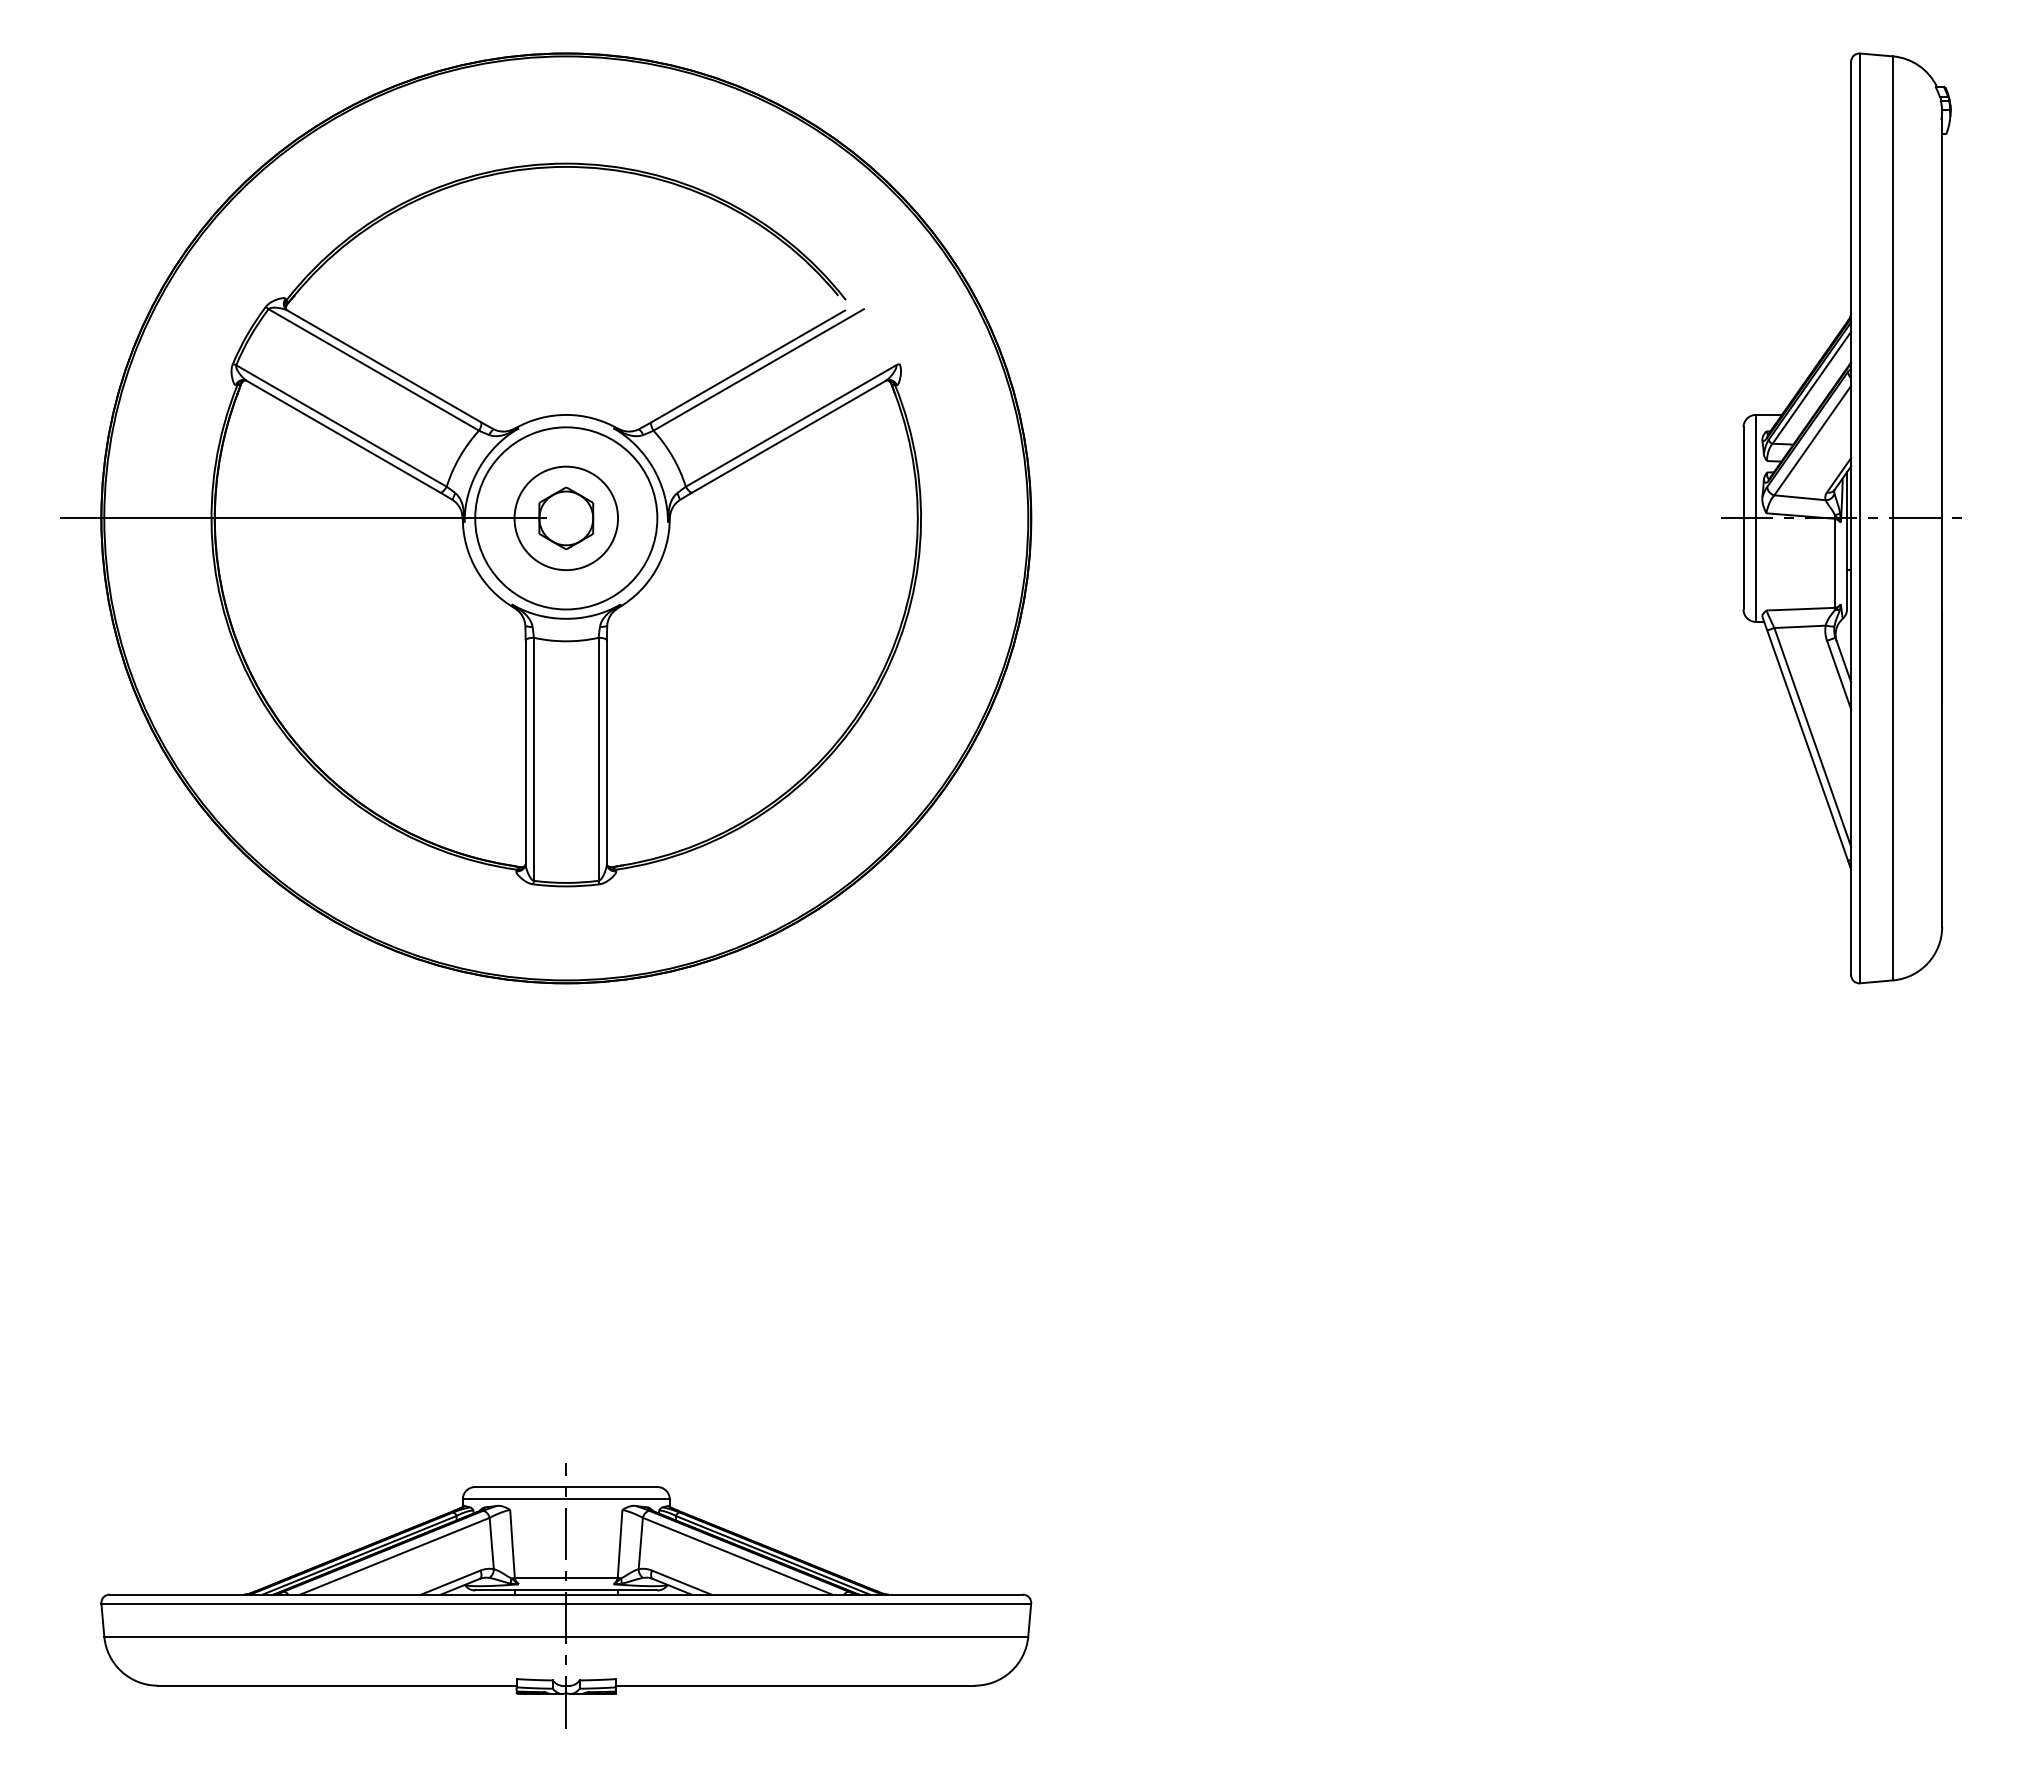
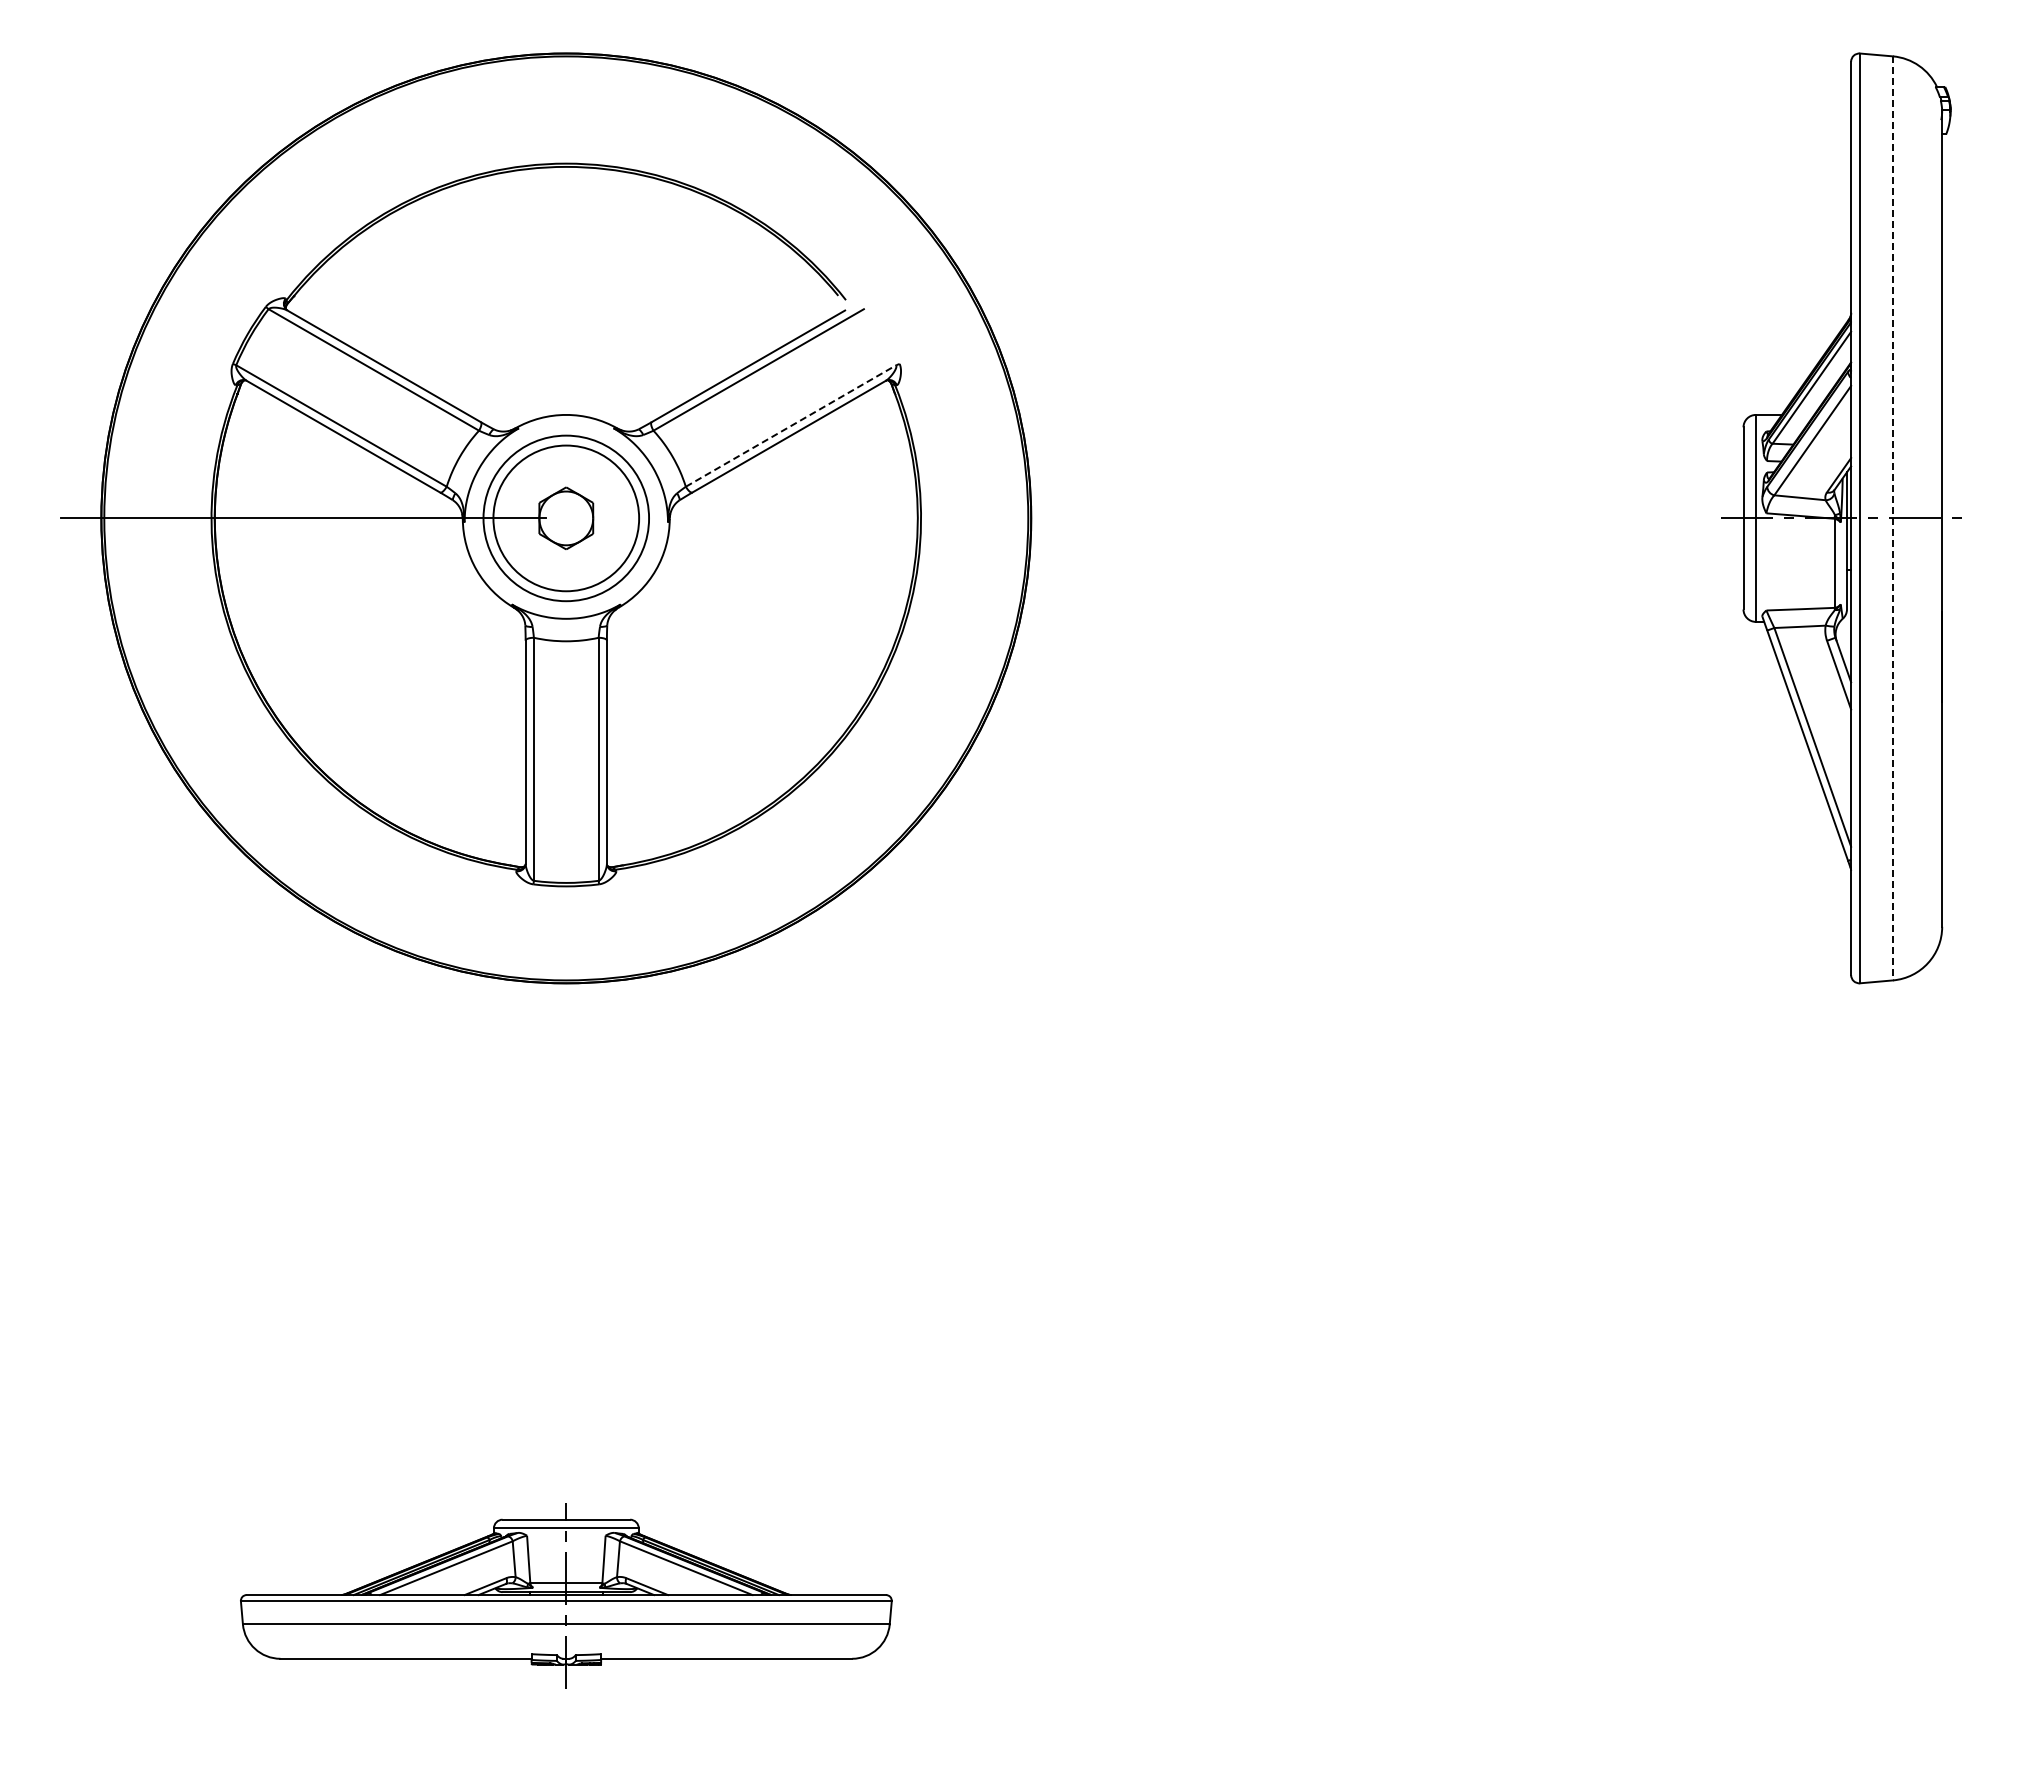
line at (791, 426): solid -> dashed
circle at (566, 518) diameter: 103 px -> 166 px
circle at (566, 518) diameter: 182 px -> 146 px
line at (1893, 518): solid -> dashed
part at (566, 1595) size: 933x266 px -> 653x186 px
